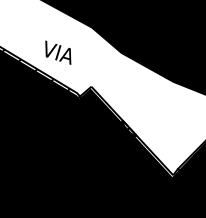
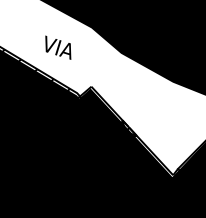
text at (58, 52) position: (58, 52) -> (58, 47)
